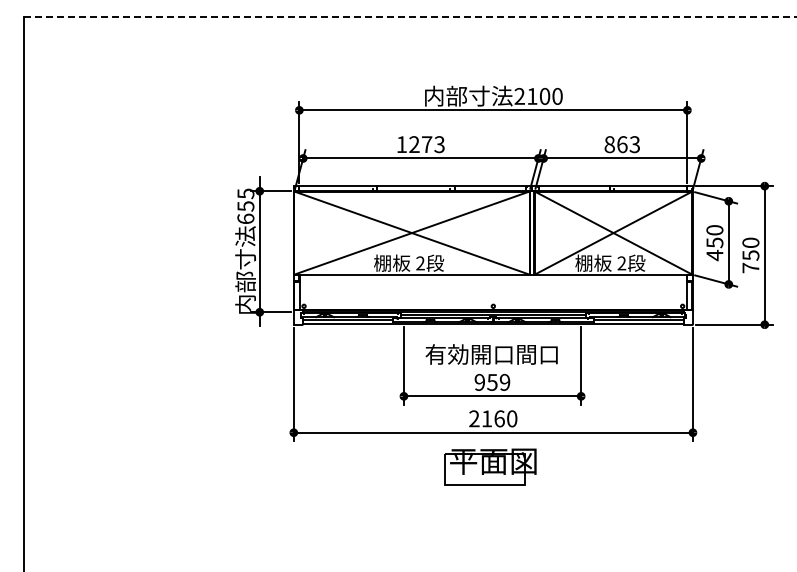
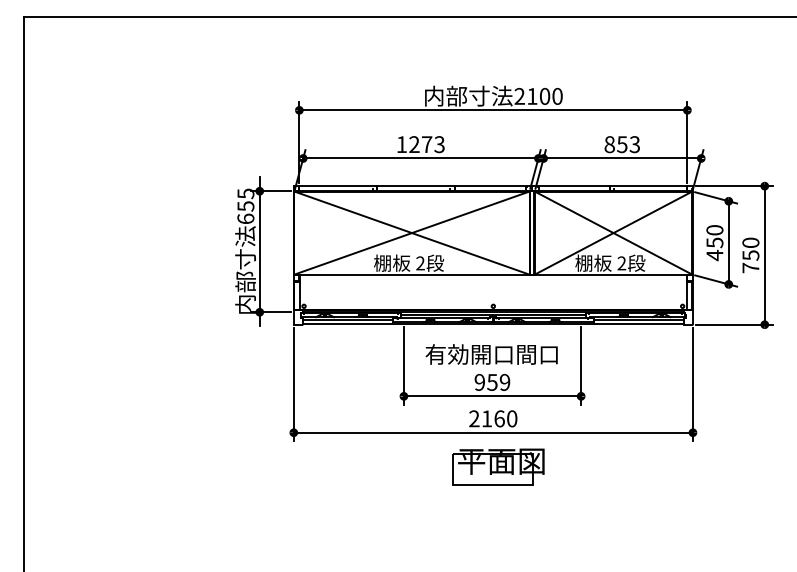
line at (410, 17): dashed -> solid
text at (622, 144): 863 -> 853
part at (490, 466) position: (490, 466) -> (498, 466)
